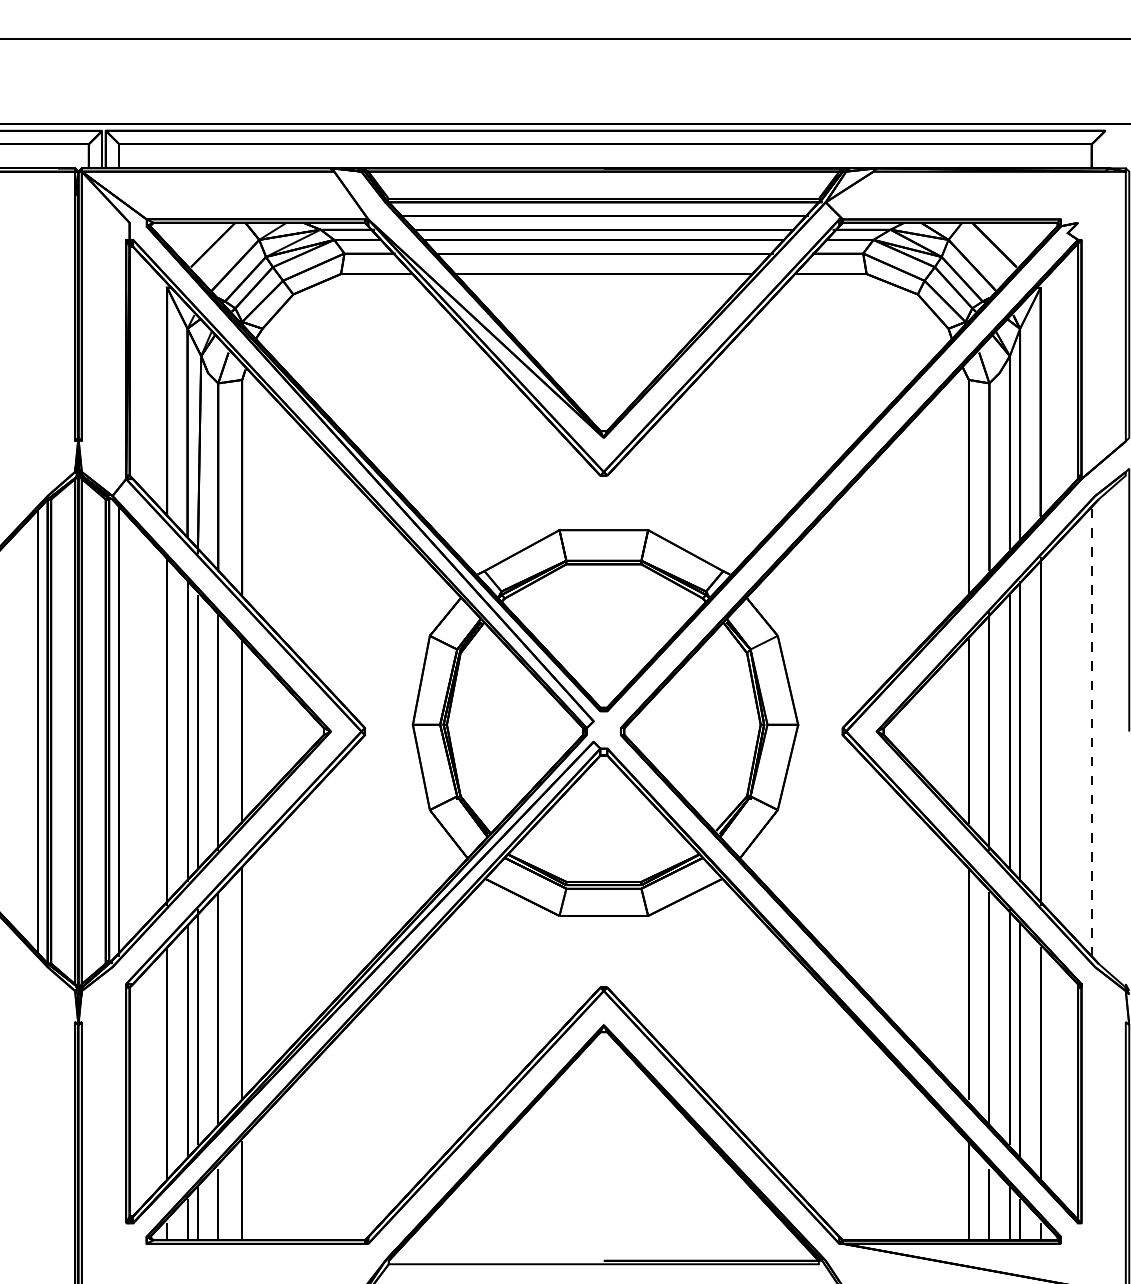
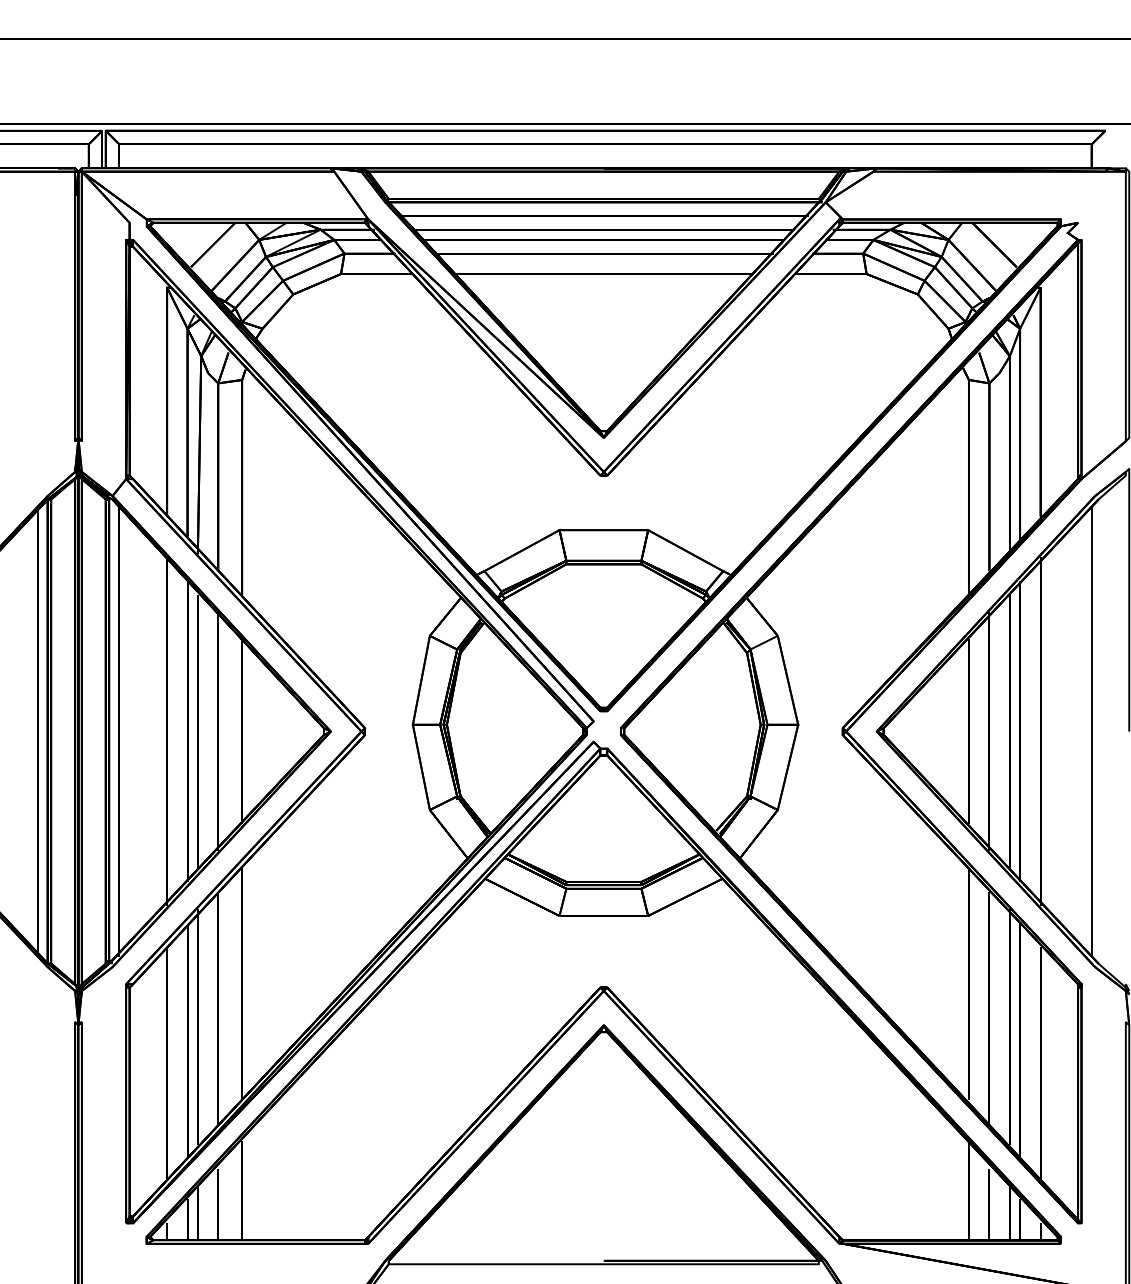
line at (1091, 731): dashed -> solid
